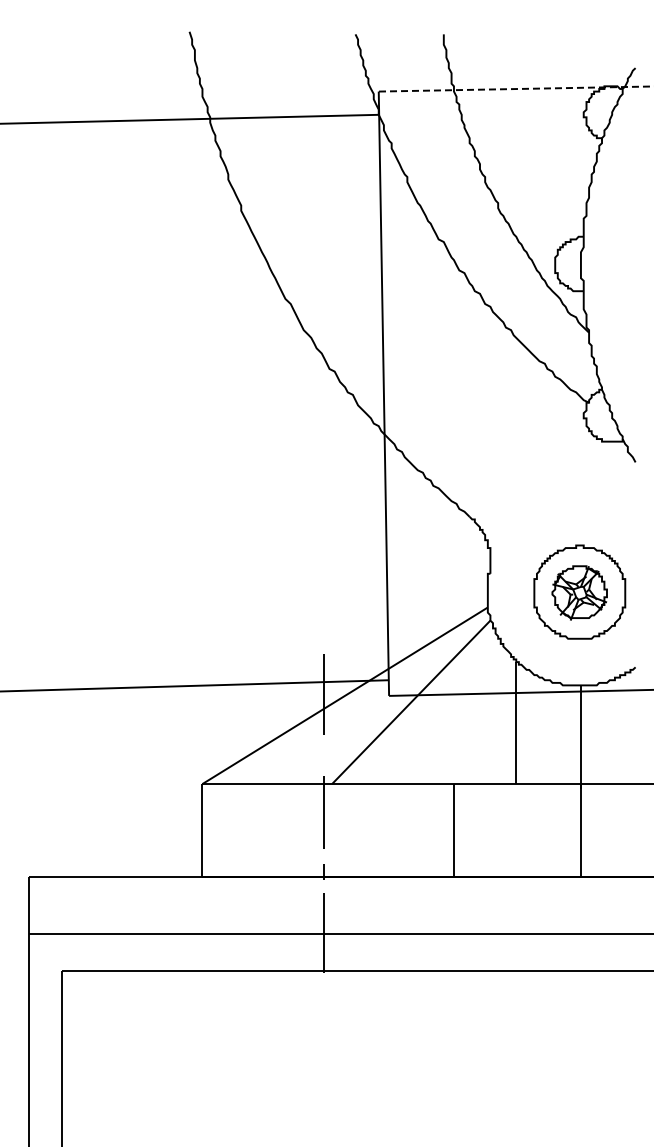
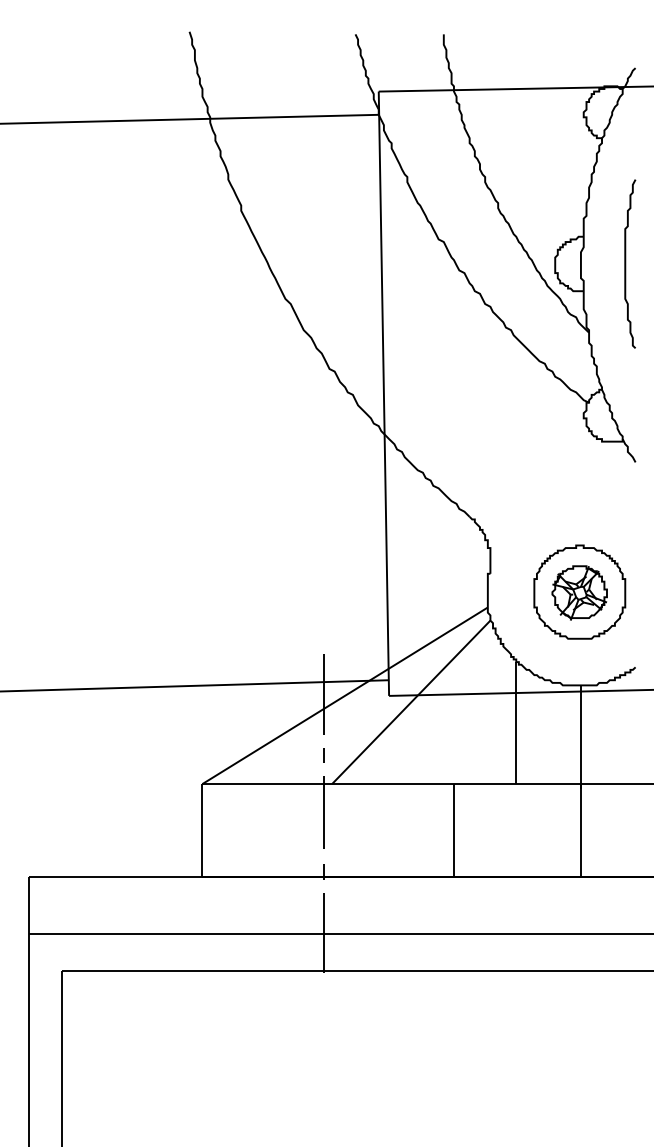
line at (515, 89): dashed -> solid
curve at (626, 263): none -> present
line at (323, 755): none -> present
